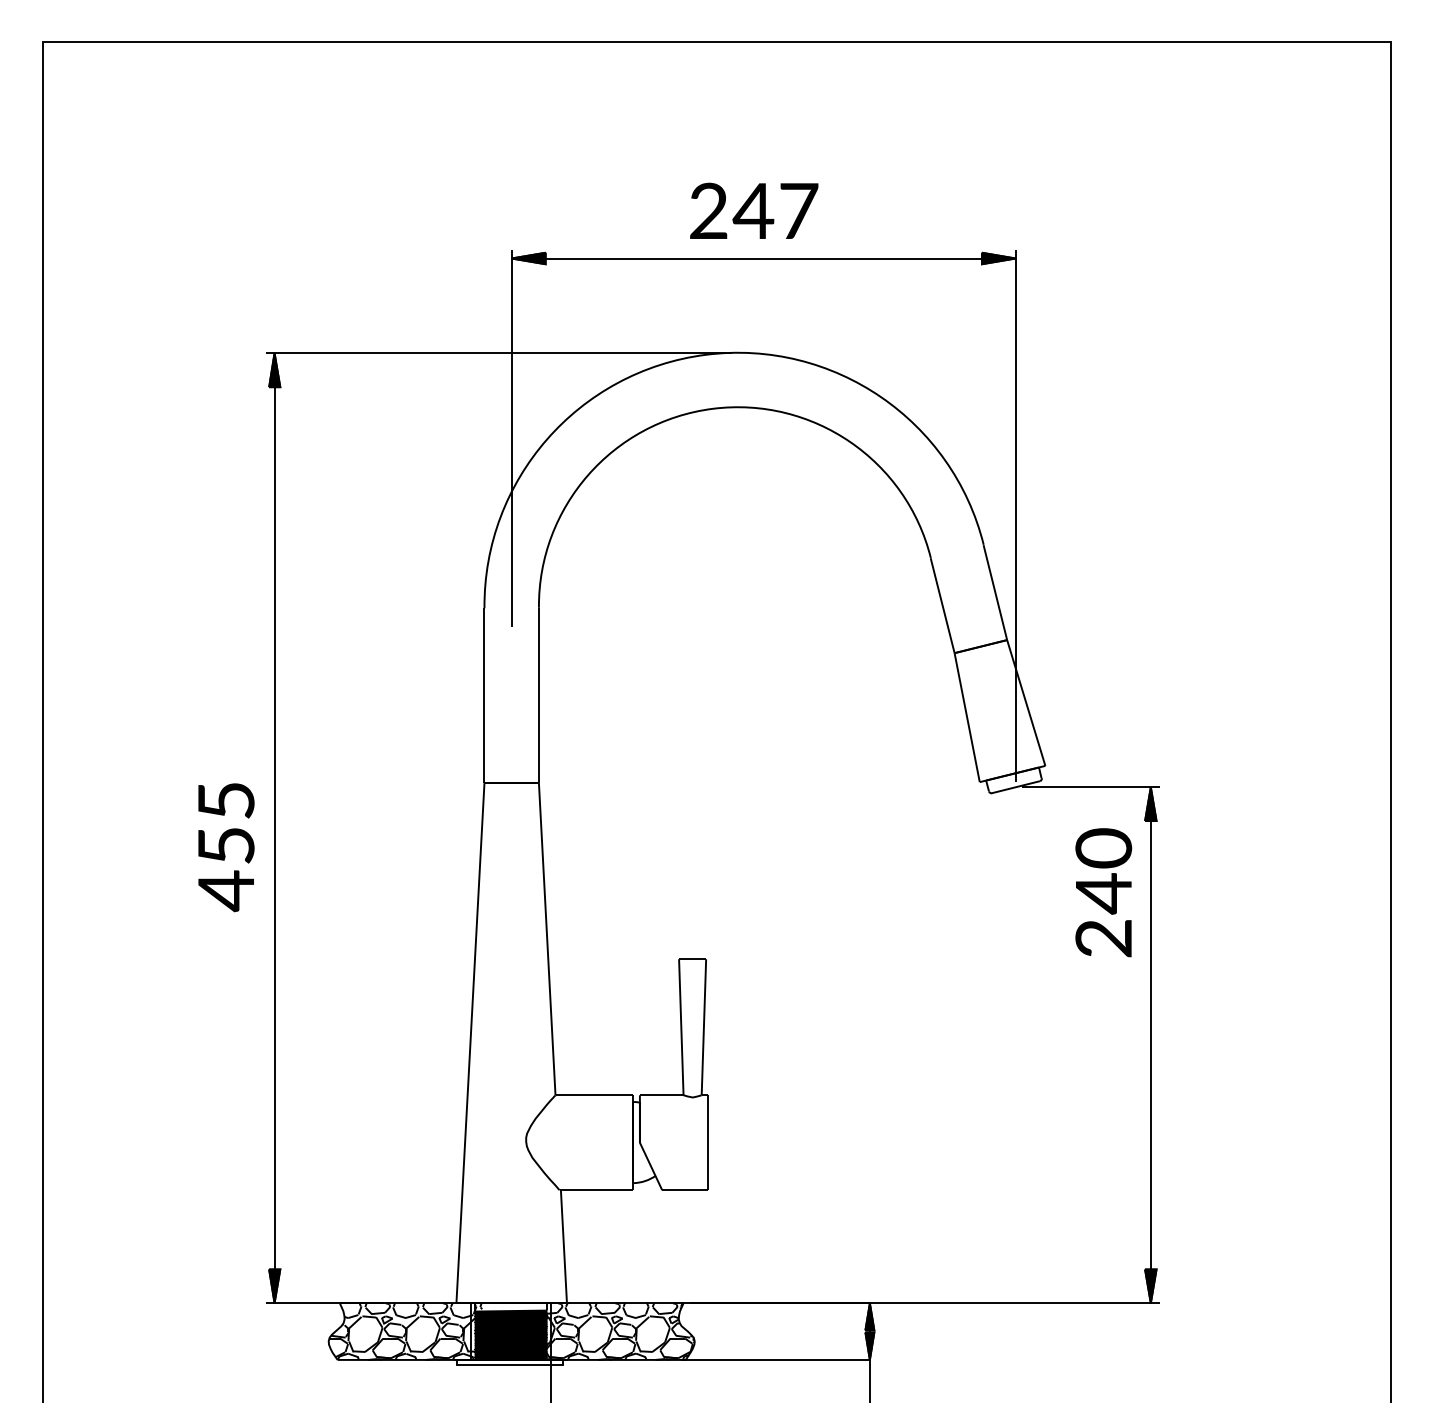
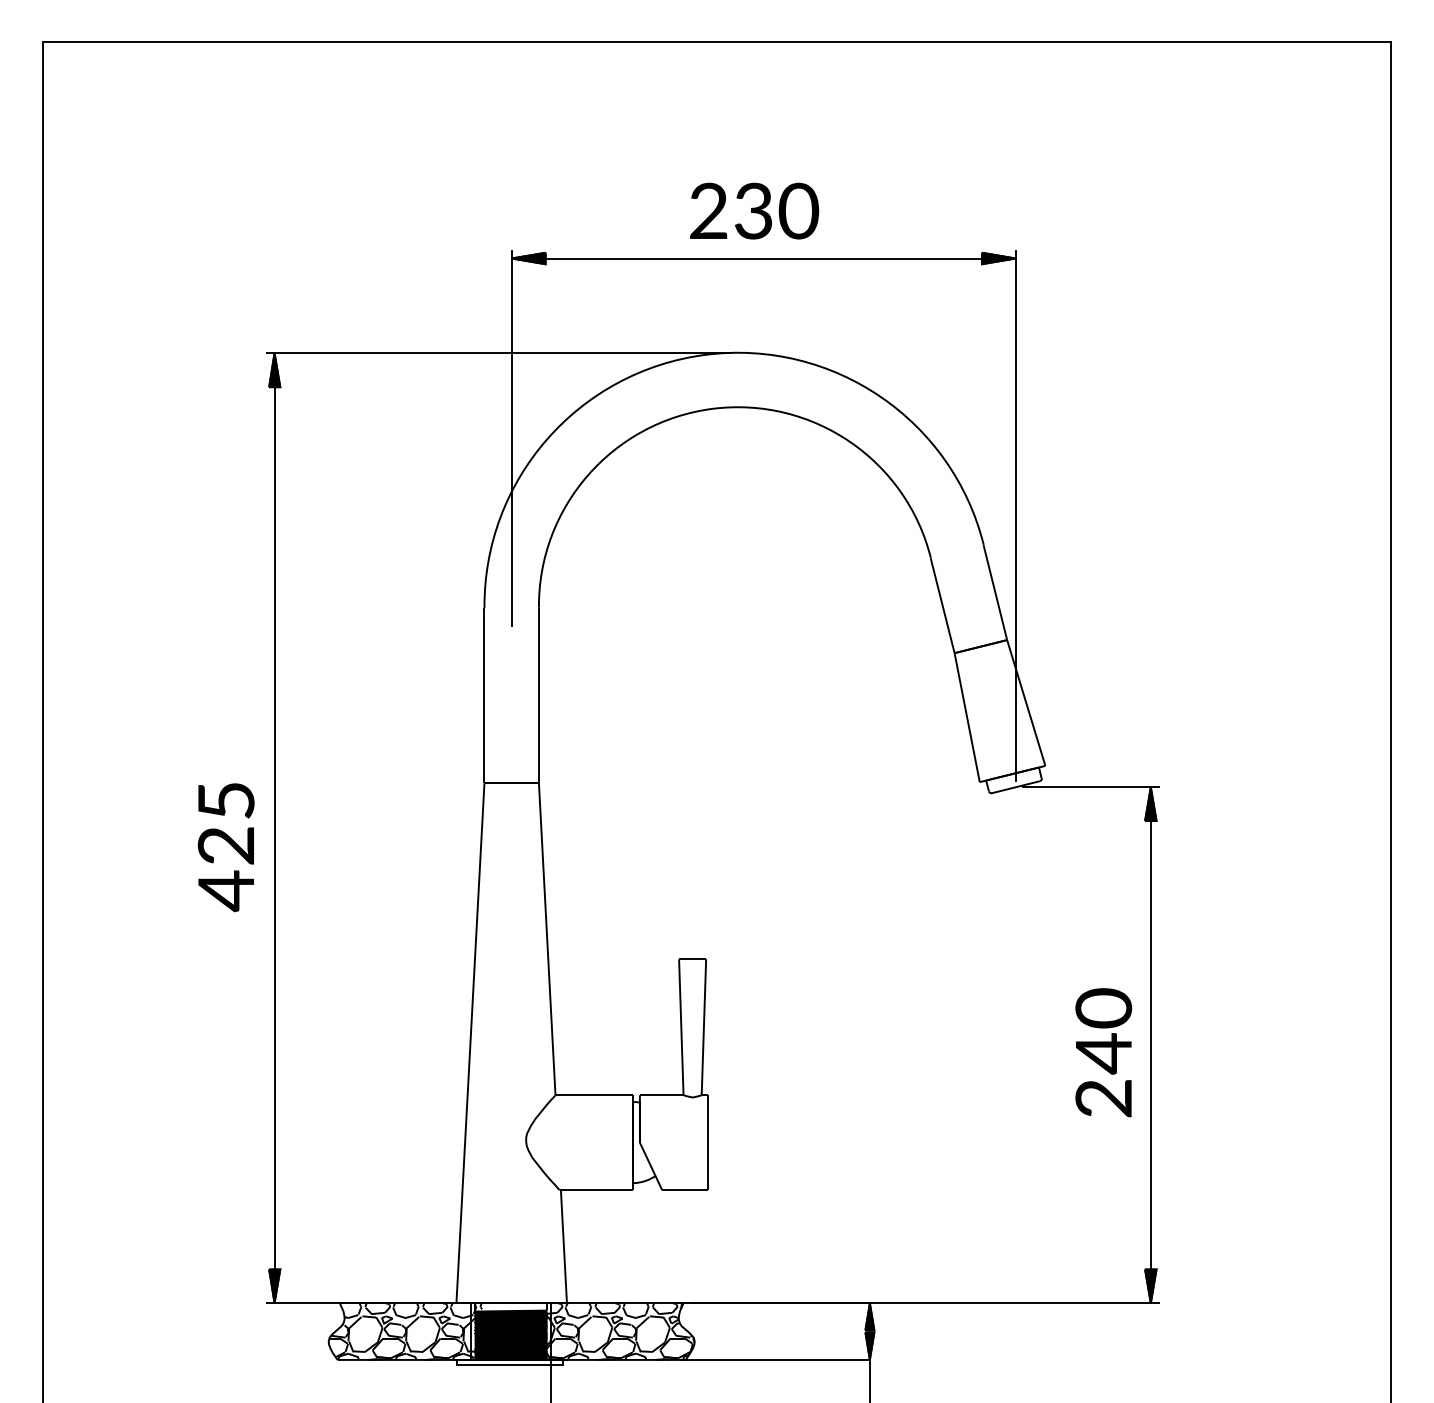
text at (775, 210): 247 -> 230
text at (225, 845): 455 -> 425
text at (1103, 892) position: (1103, 892) -> (1103, 1052)
